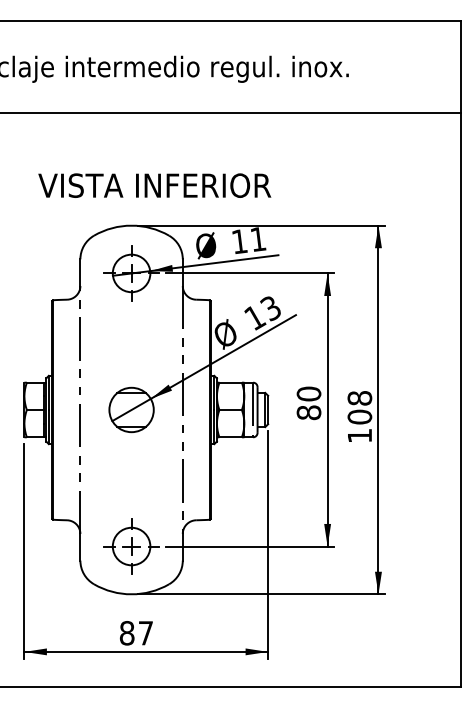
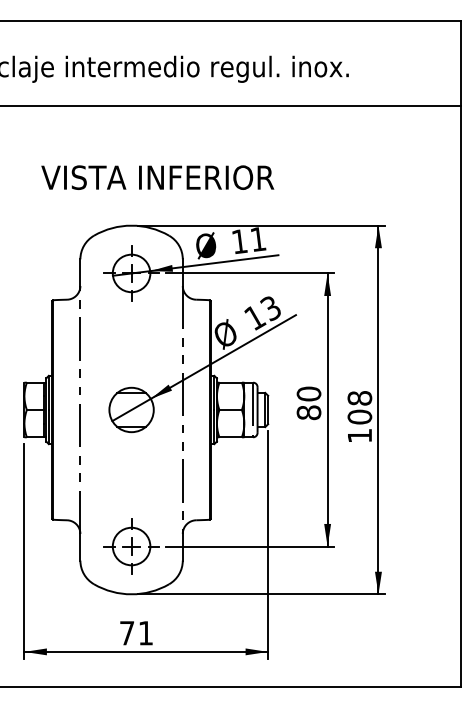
line at (231, 112) position: (231, 112) -> (231, 105)
text at (154, 185) position: (154, 185) -> (157, 177)
text at (135, 633): 87 -> 71
